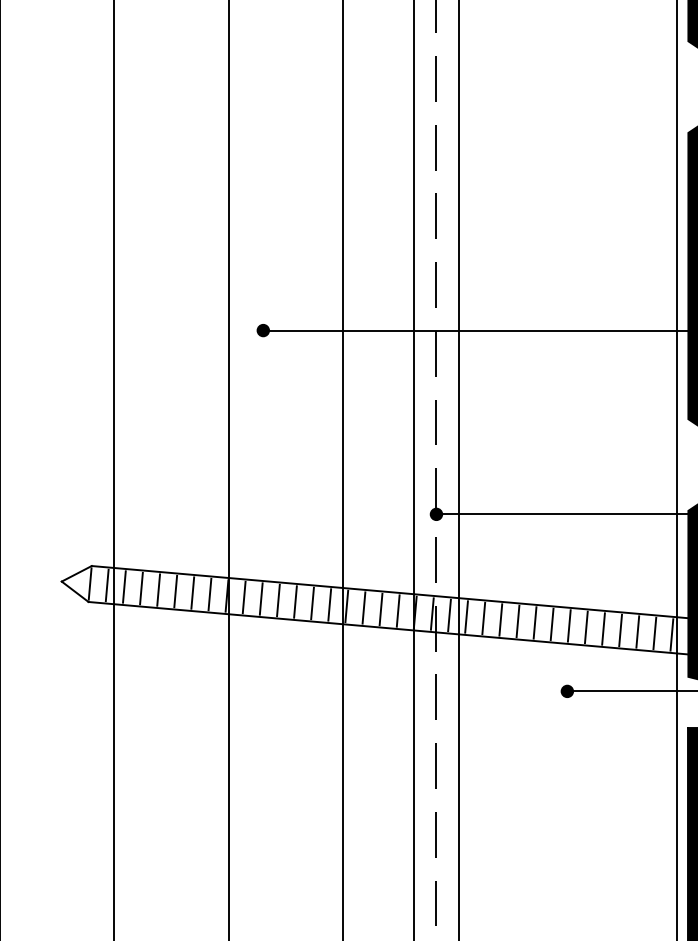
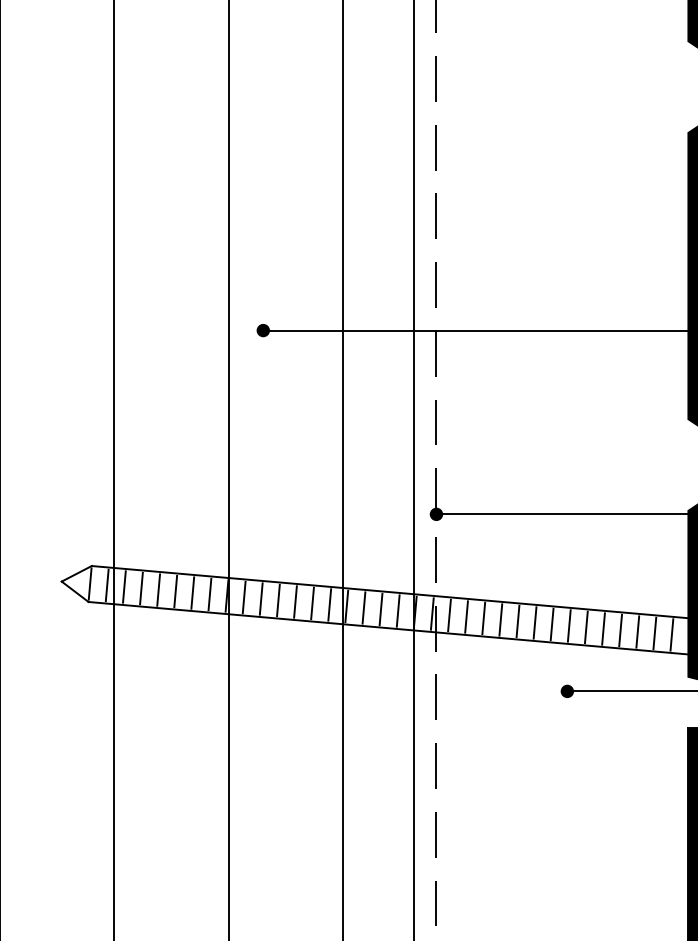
line at (459, 469): present -> none
line at (676, 469): present -> none
